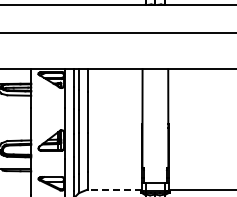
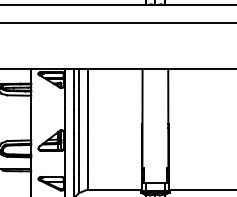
line at (117, 32) position: (117, 32) -> (117, 22)
line at (114, 189): dashed -> solid
